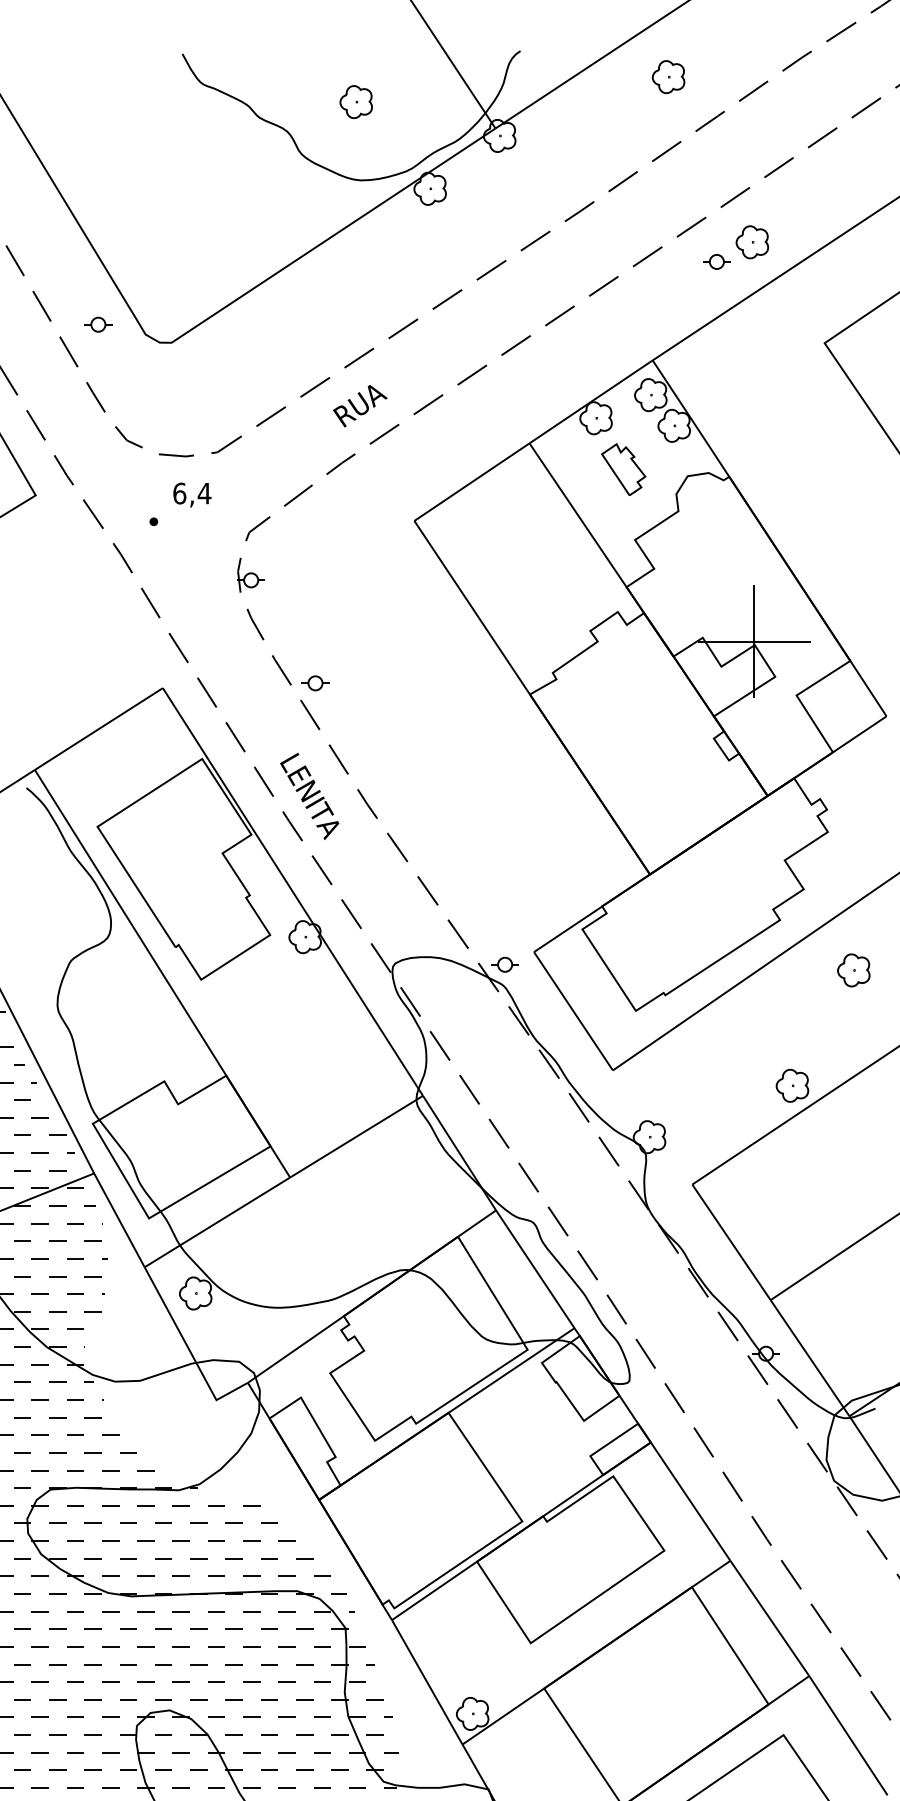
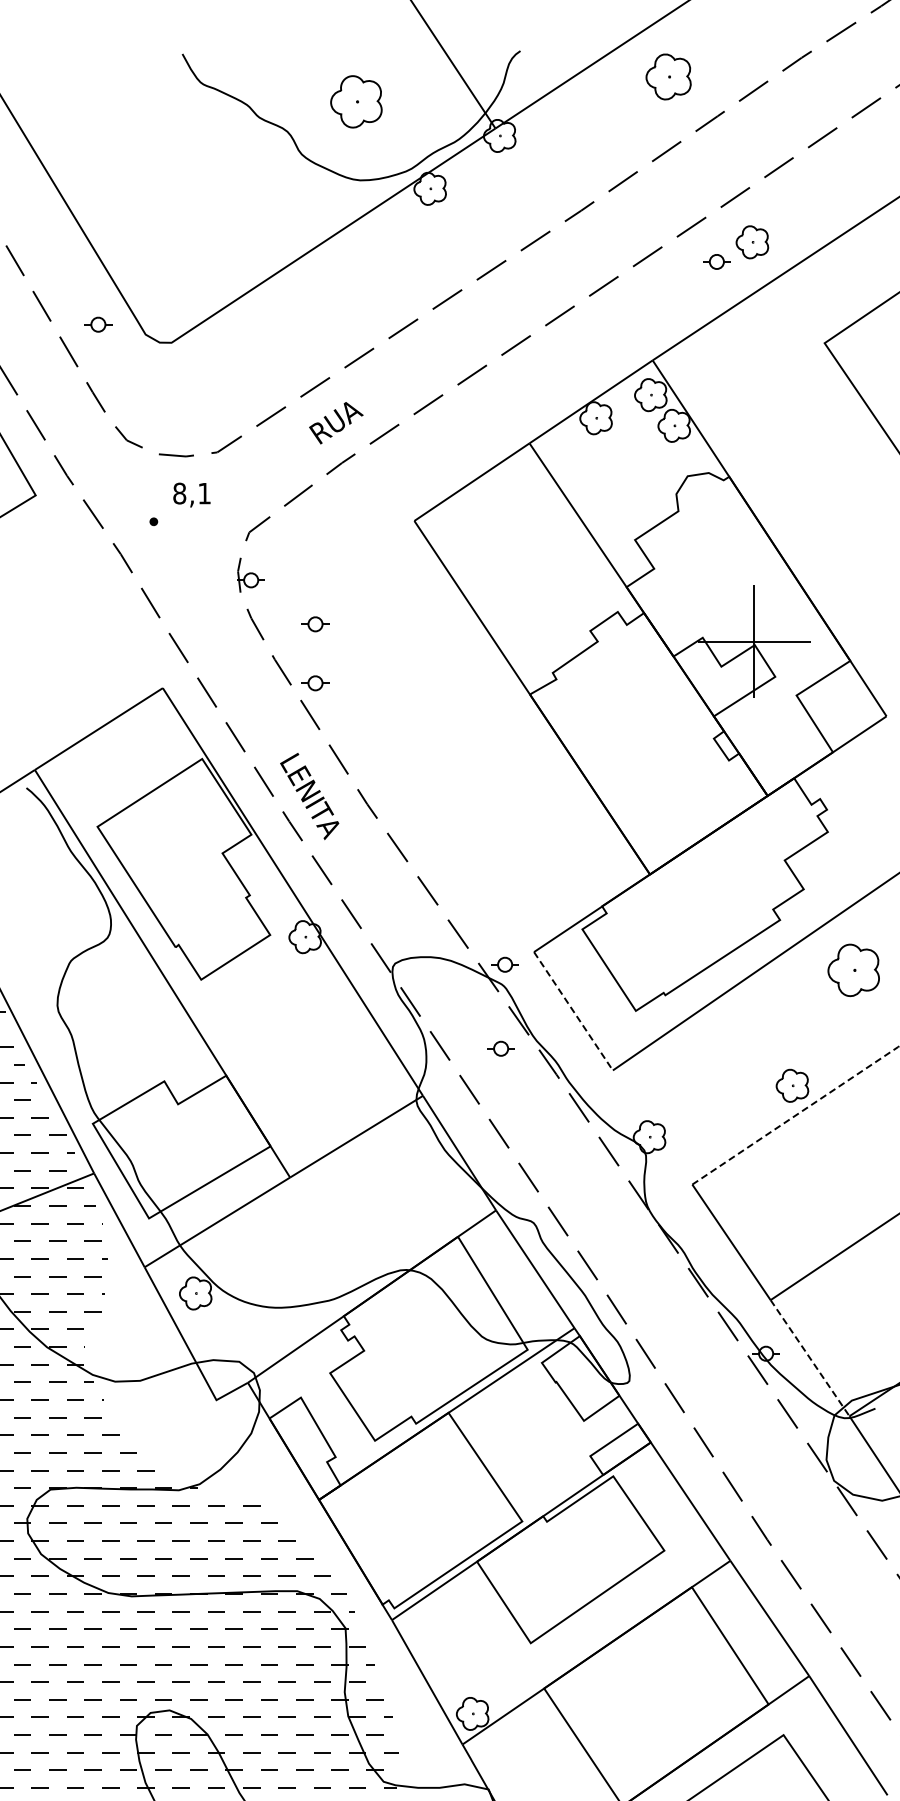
part at (668, 77) size: 35x35 px -> 47x48 px
part at (355, 102) size: 34x35 px -> 53x54 px
text at (360, 406) position: (360, 406) -> (336, 423)
part at (623, 469): present -> none
text at (192, 493): 6,4 -> 8,1
part at (315, 624): none -> present
part at (853, 970) size: 34x35 px -> 53x55 px
line at (573, 1011): solid -> dashed
part at (500, 1048): none -> present
line at (796, 1114): solid -> dashed
line at (810, 1358): solid -> dashed
